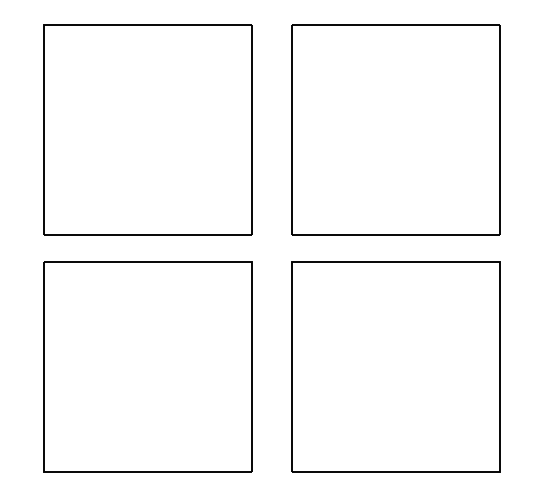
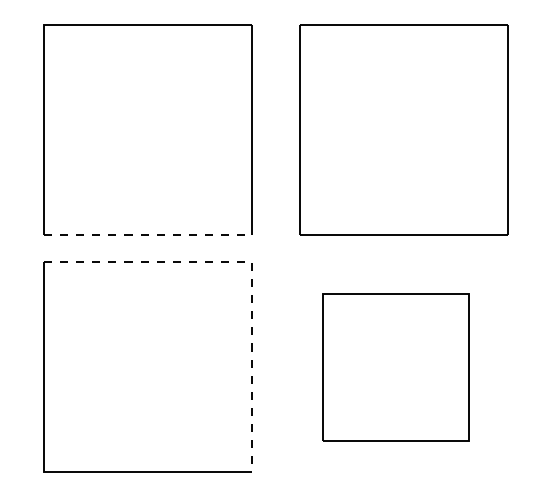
part at (395, 129) position: (395, 129) -> (403, 129)
line at (148, 235): solid -> dashed
line at (252, 263): solid -> dashed
part at (395, 366) size: 210x212 px -> 148x149 px
